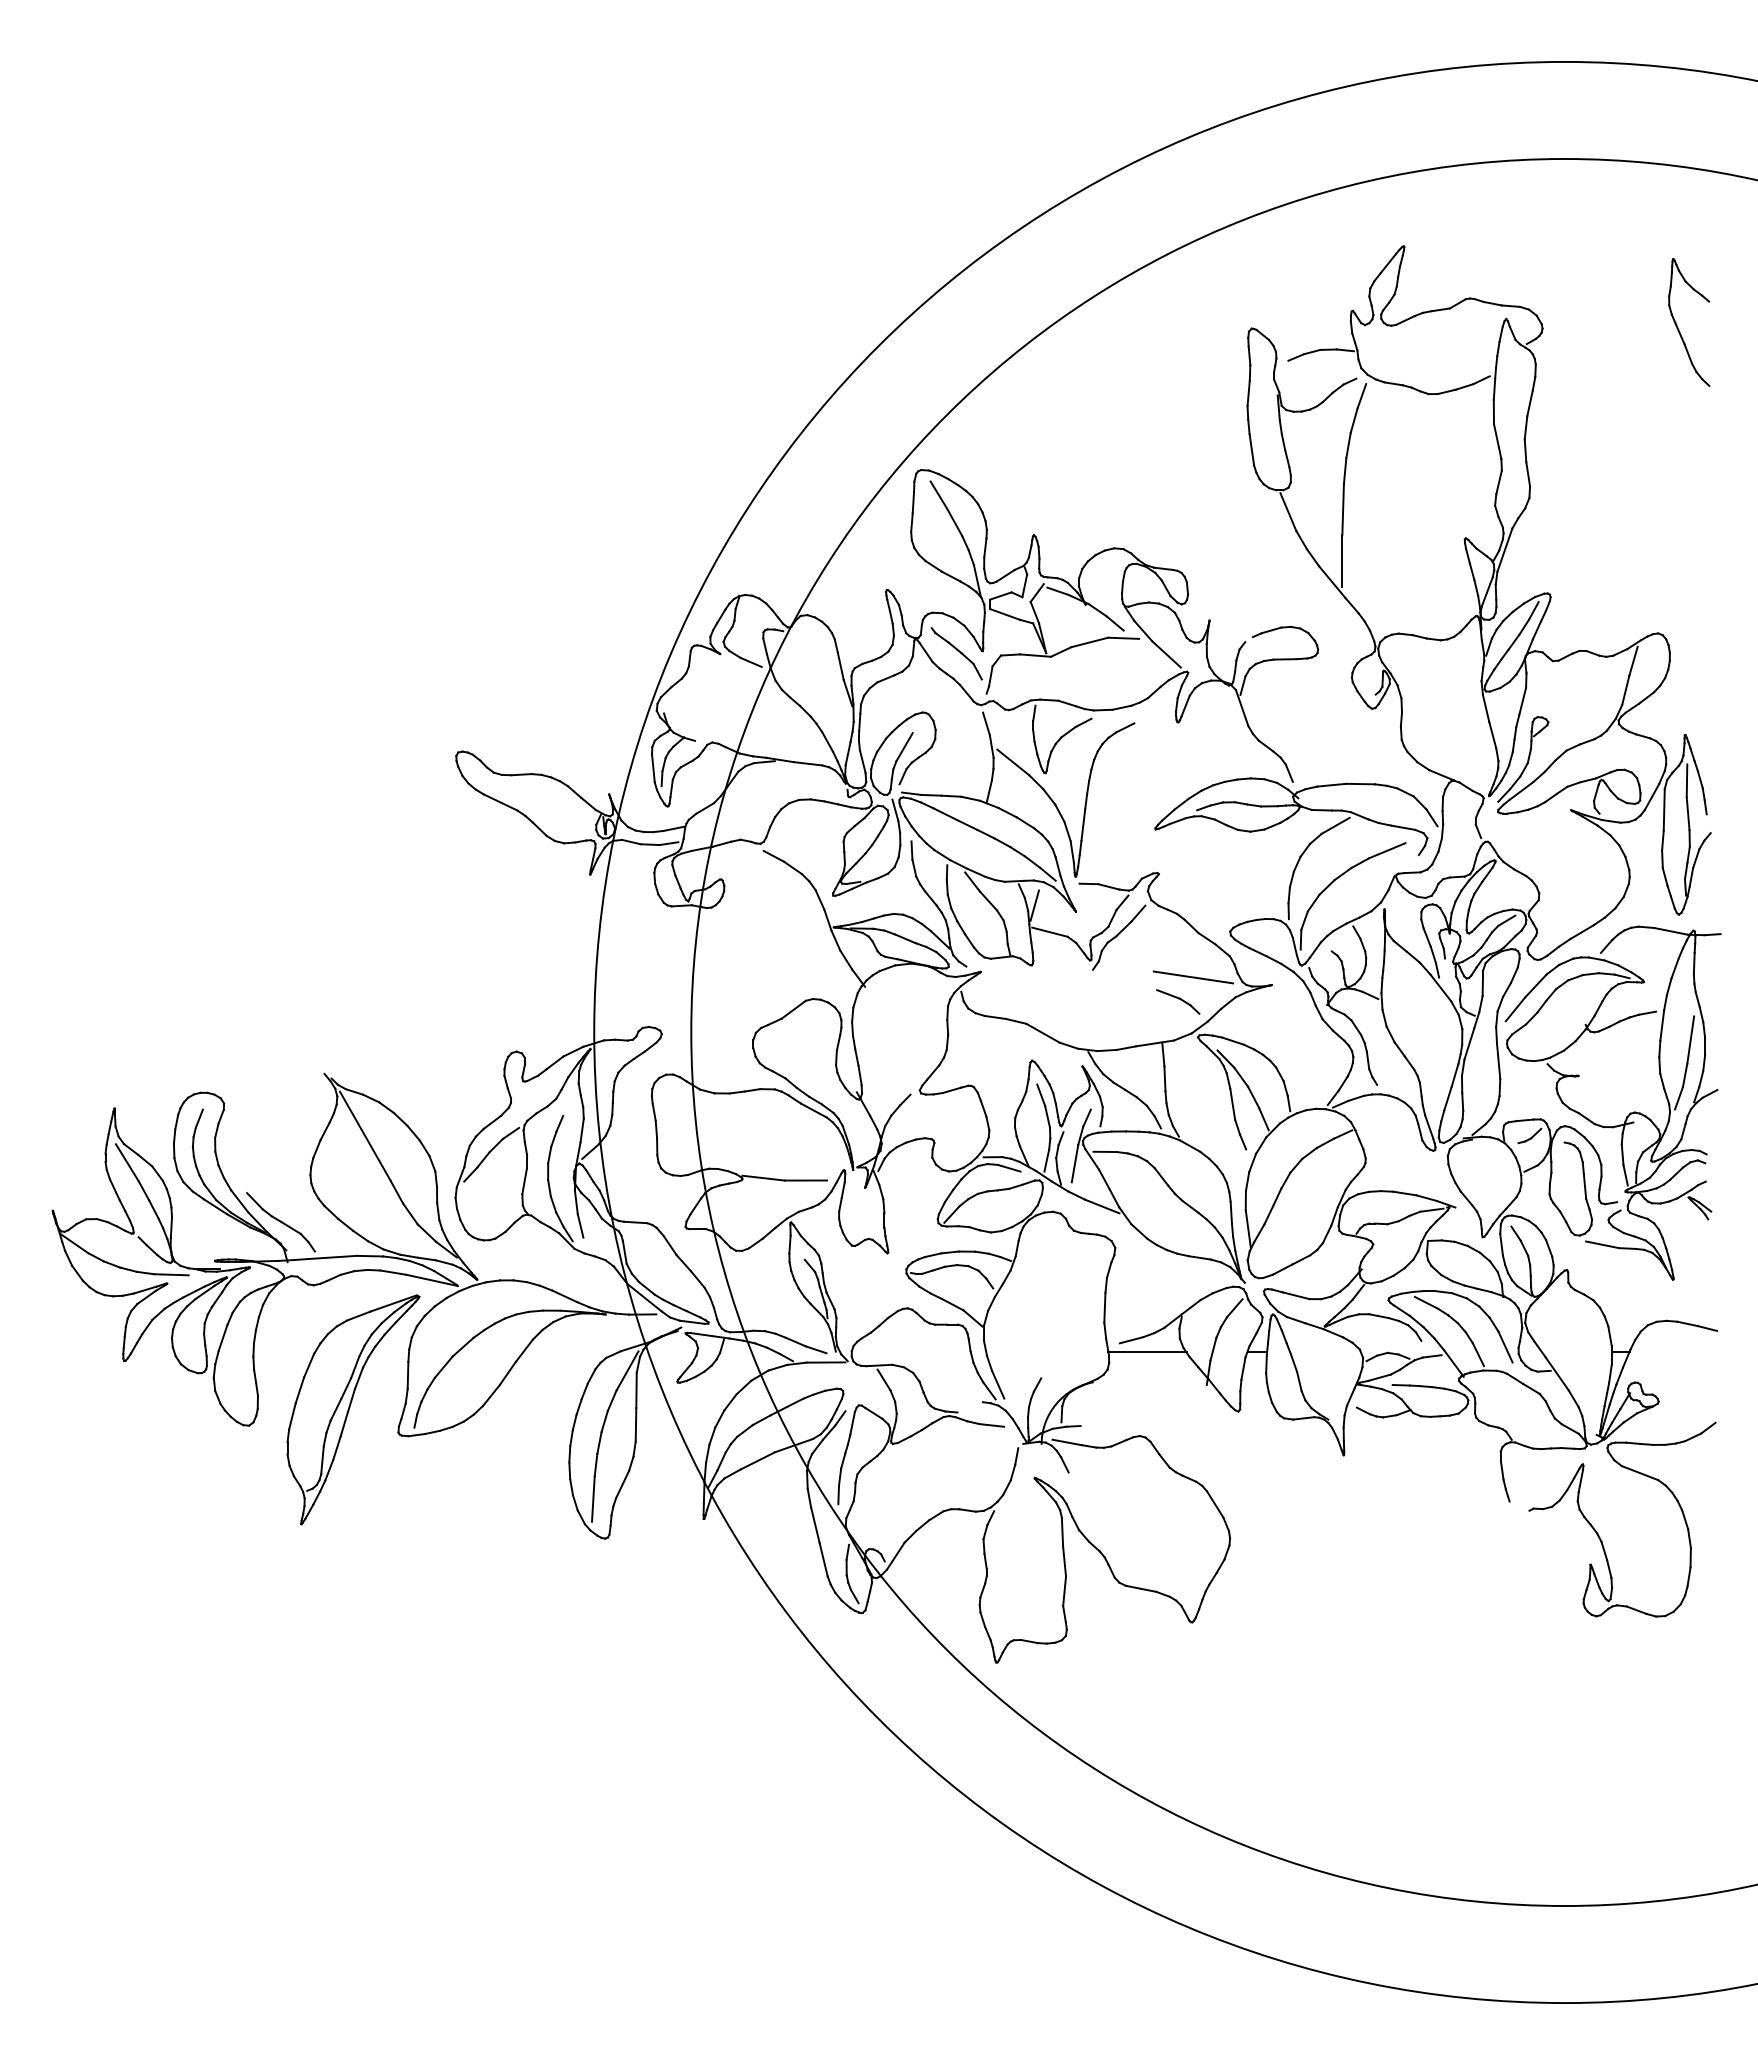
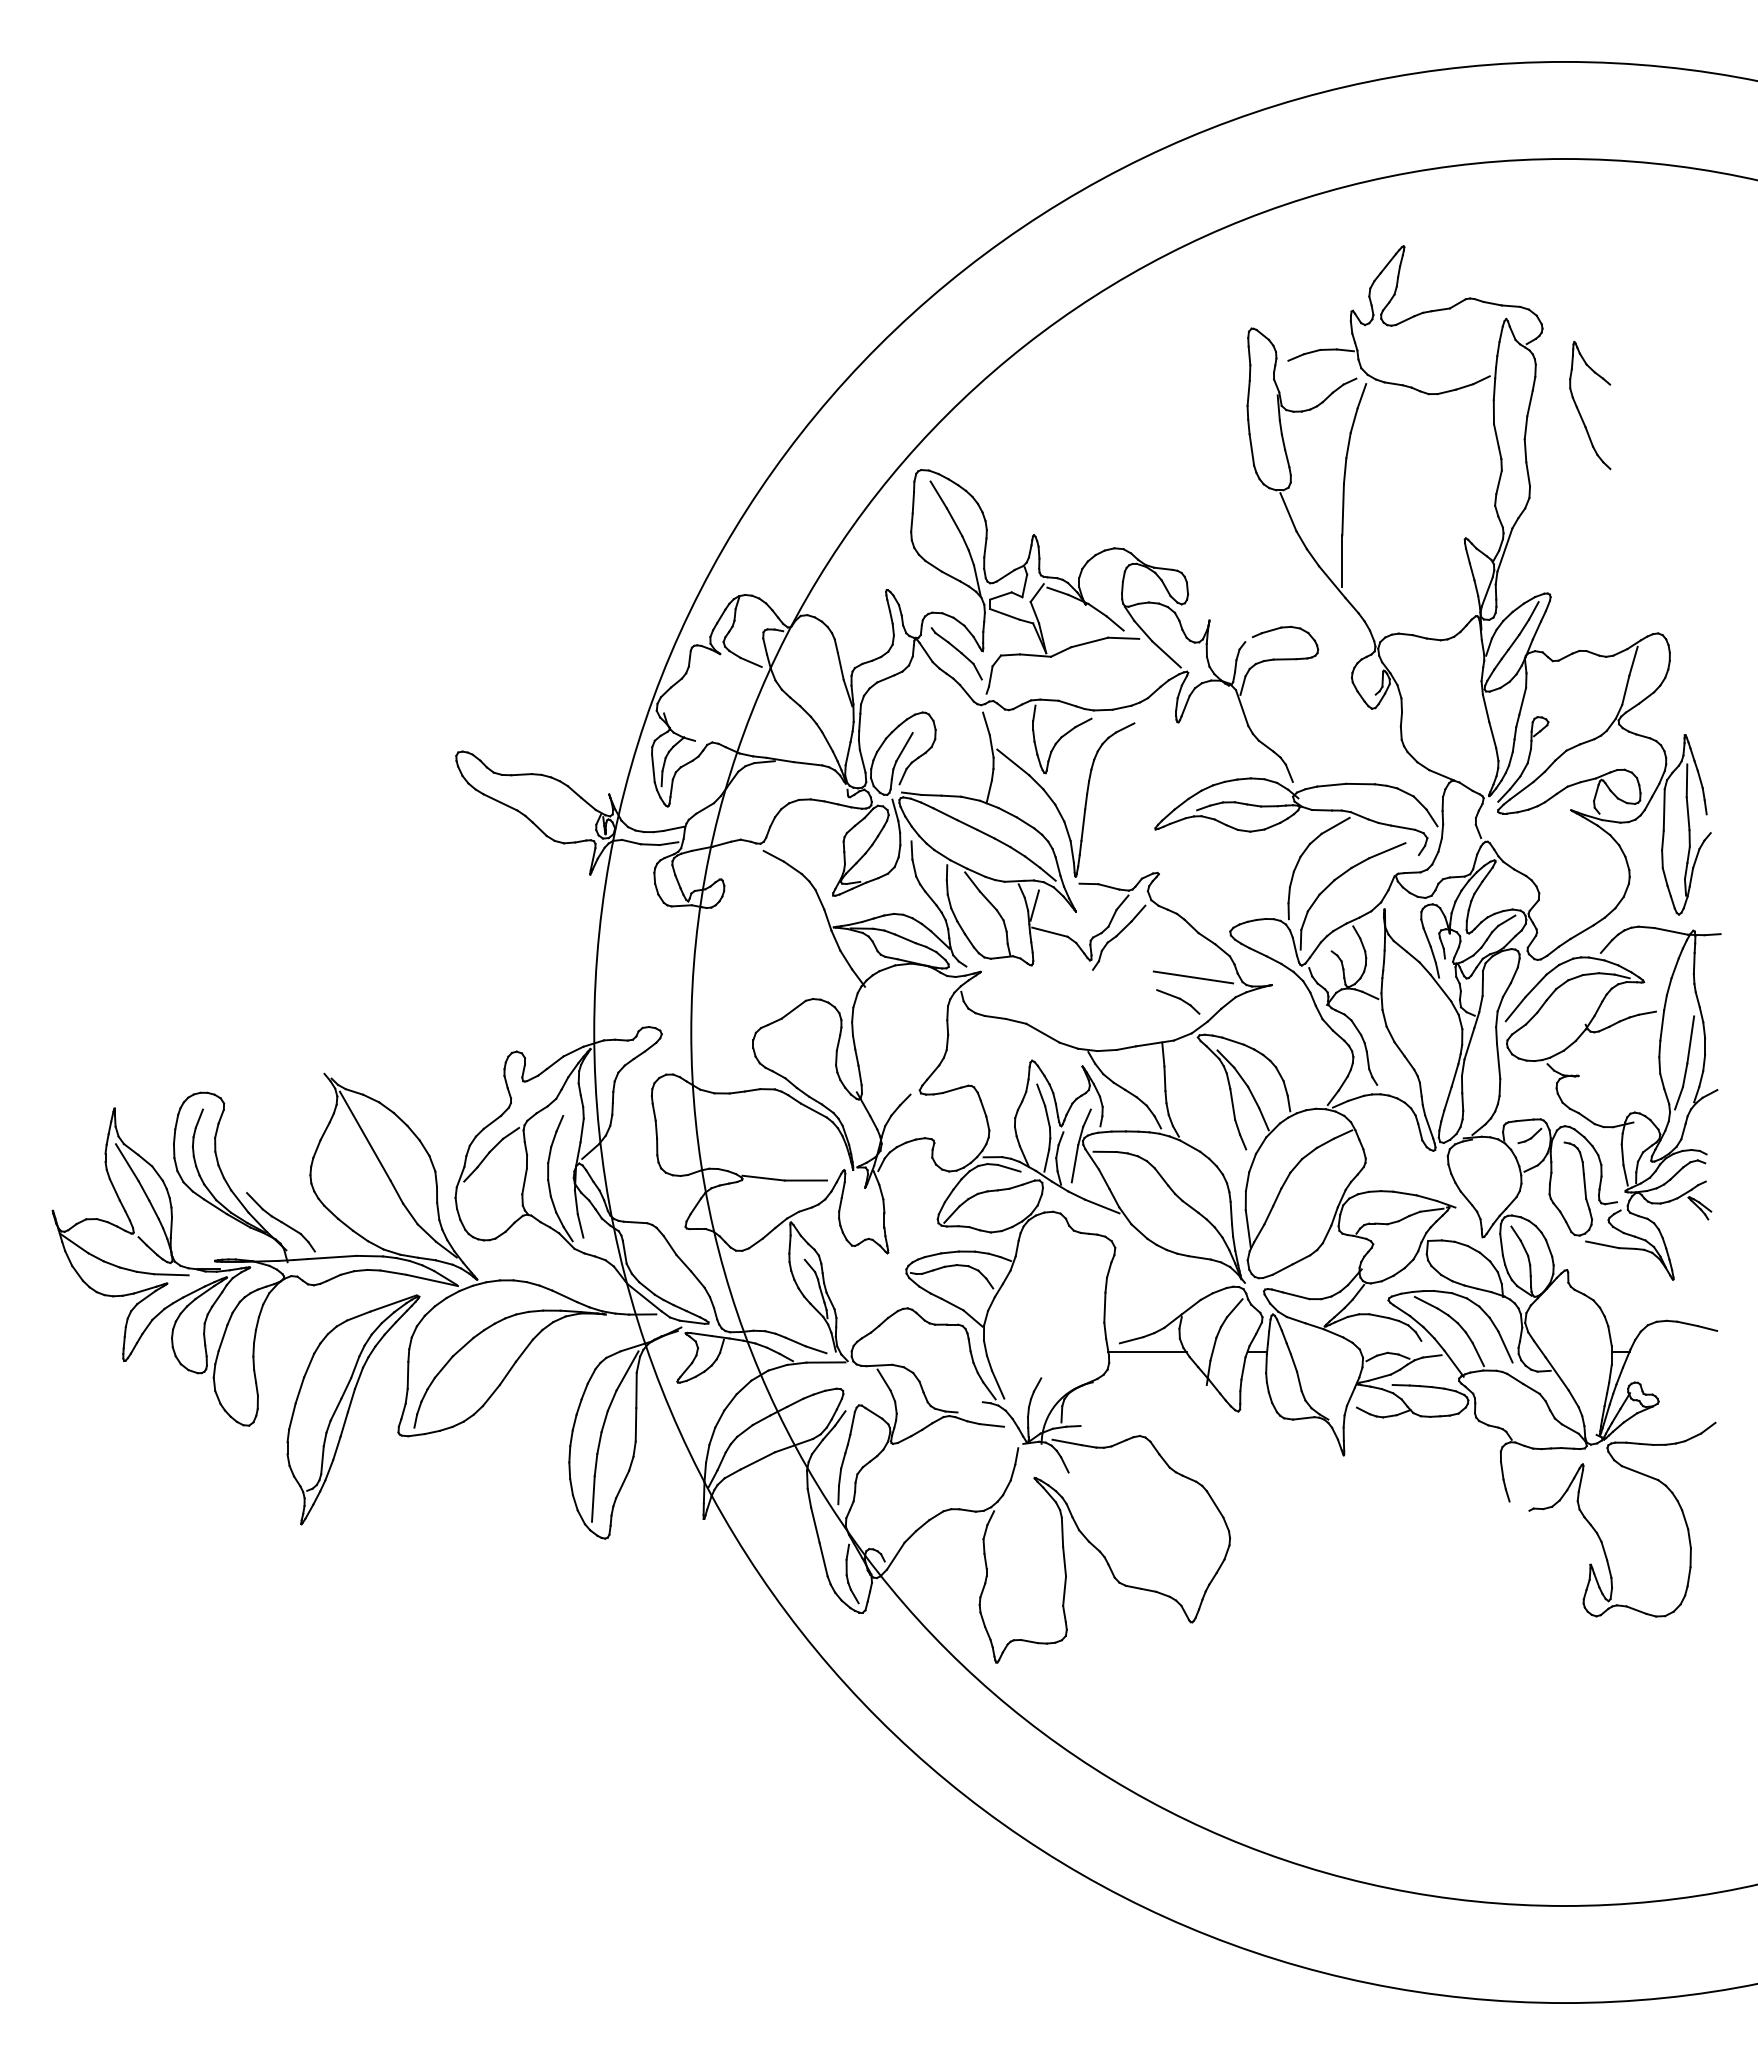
part at (1678, 327) position: (1678, 327) -> (1579, 410)
